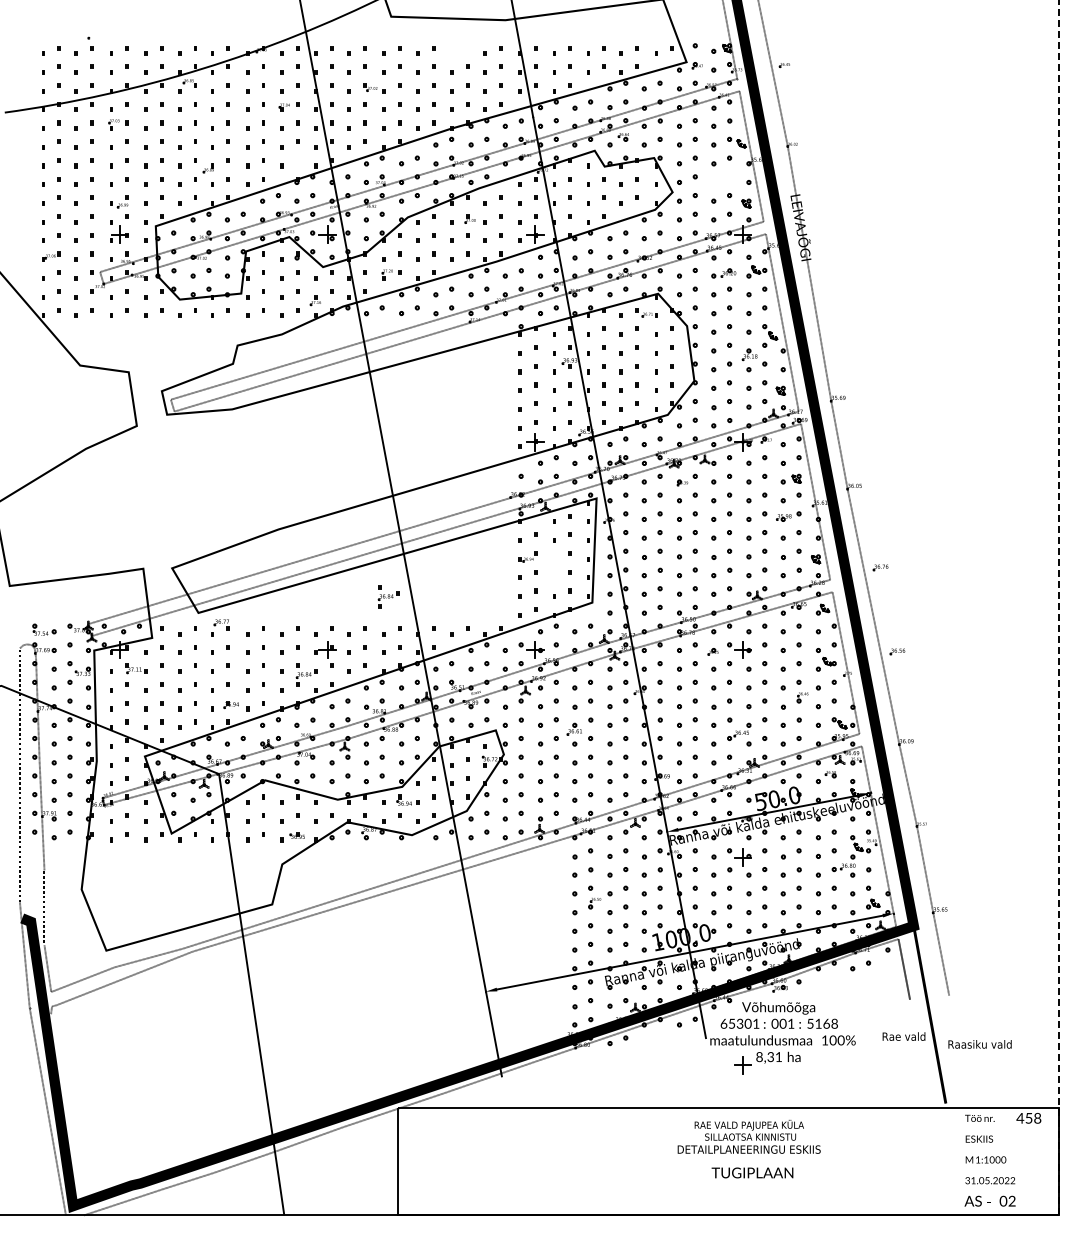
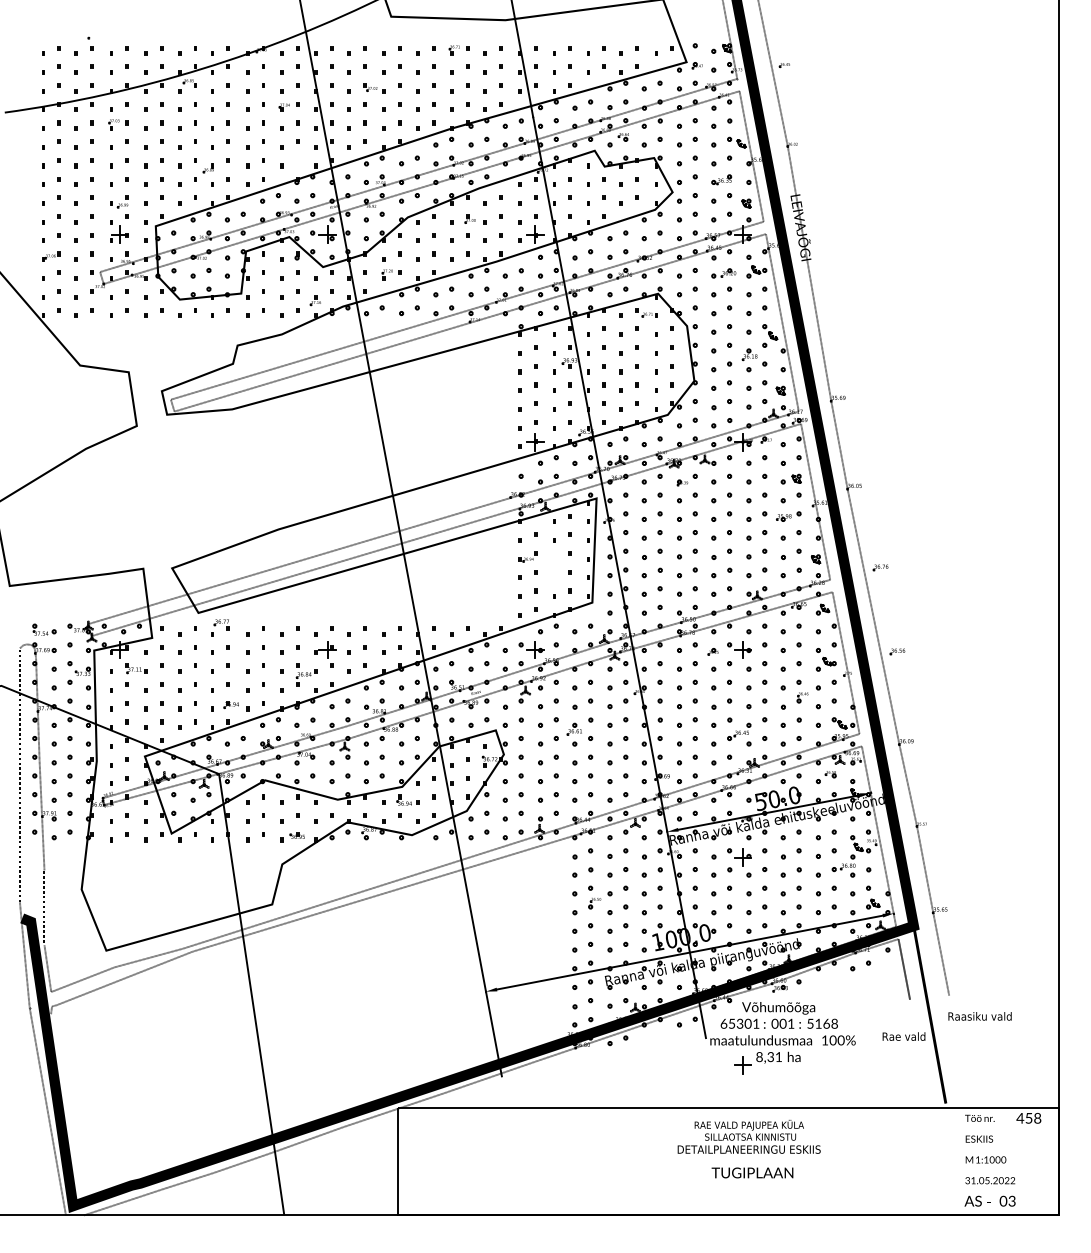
part at (458, 50): none -> present
part at (721, 179): none -> present
part at (388, 596): present -> none
line at (1058, 607): dashed -> solid
text at (979, 1044) position: (979, 1044) -> (979, 1016)
text at (1011, 1202): 02 -> 03
